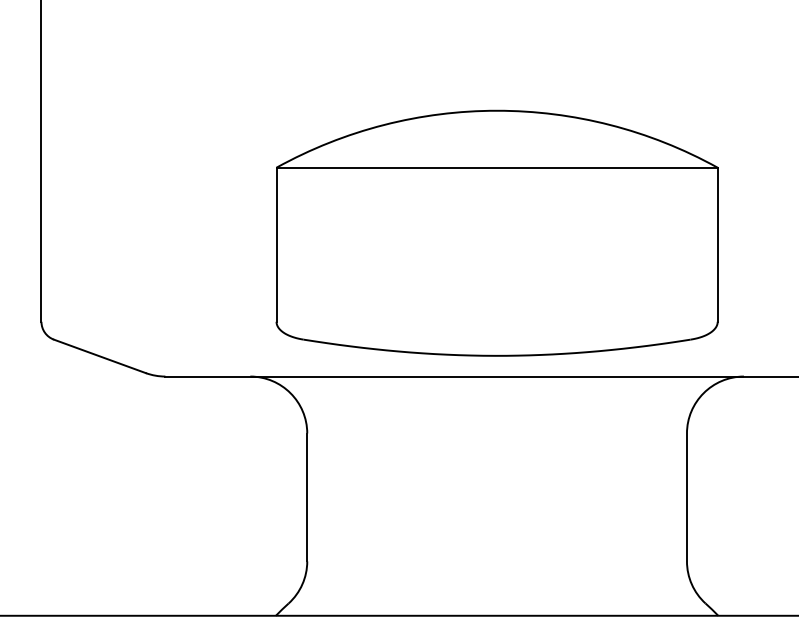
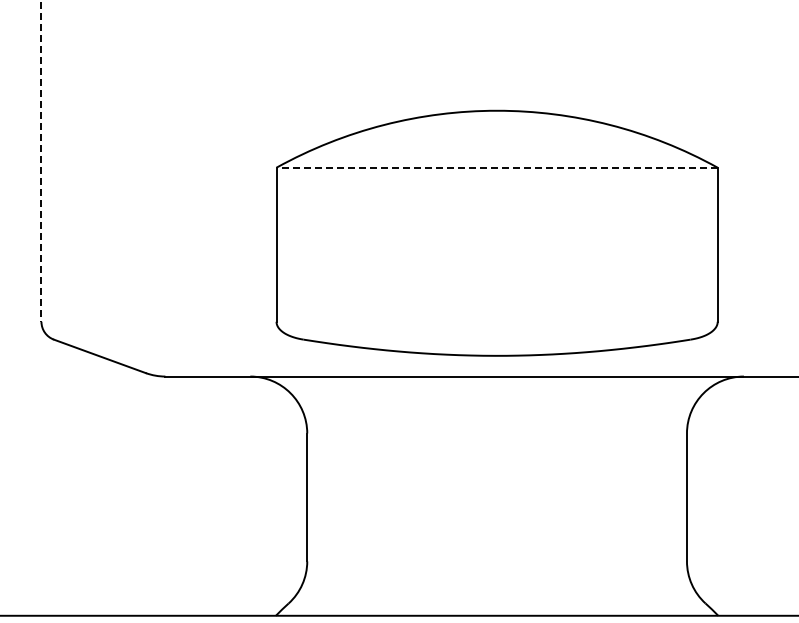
line at (41, 160): solid -> dashed
line at (497, 167): solid -> dashed
